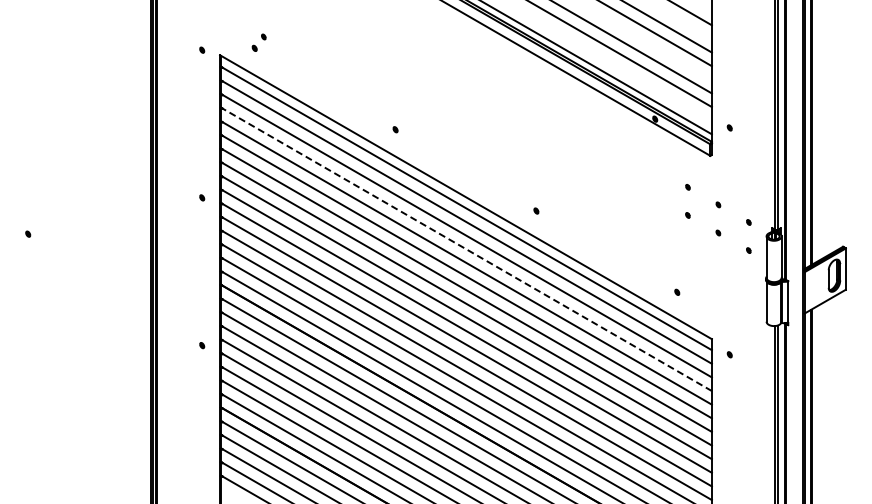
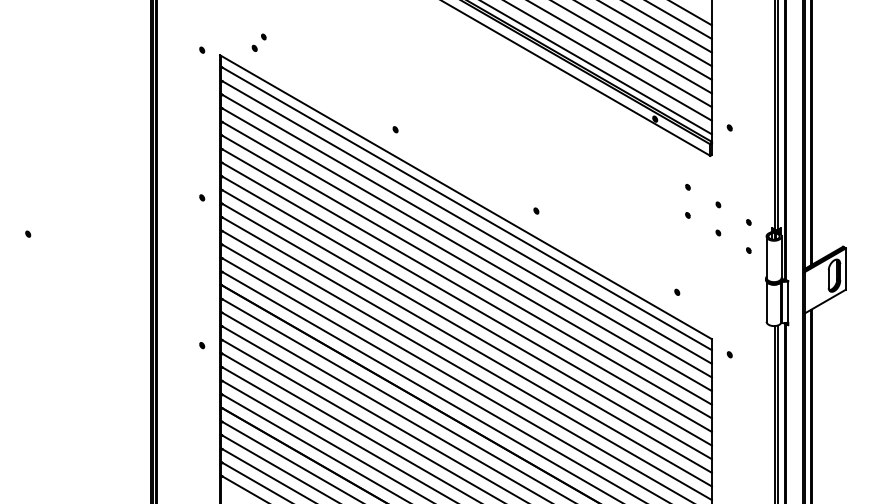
line at (679, 20): none -> present
line at (644, 40): none -> present
line at (608, 61): none -> present
line at (466, 249): dashed -> solid
